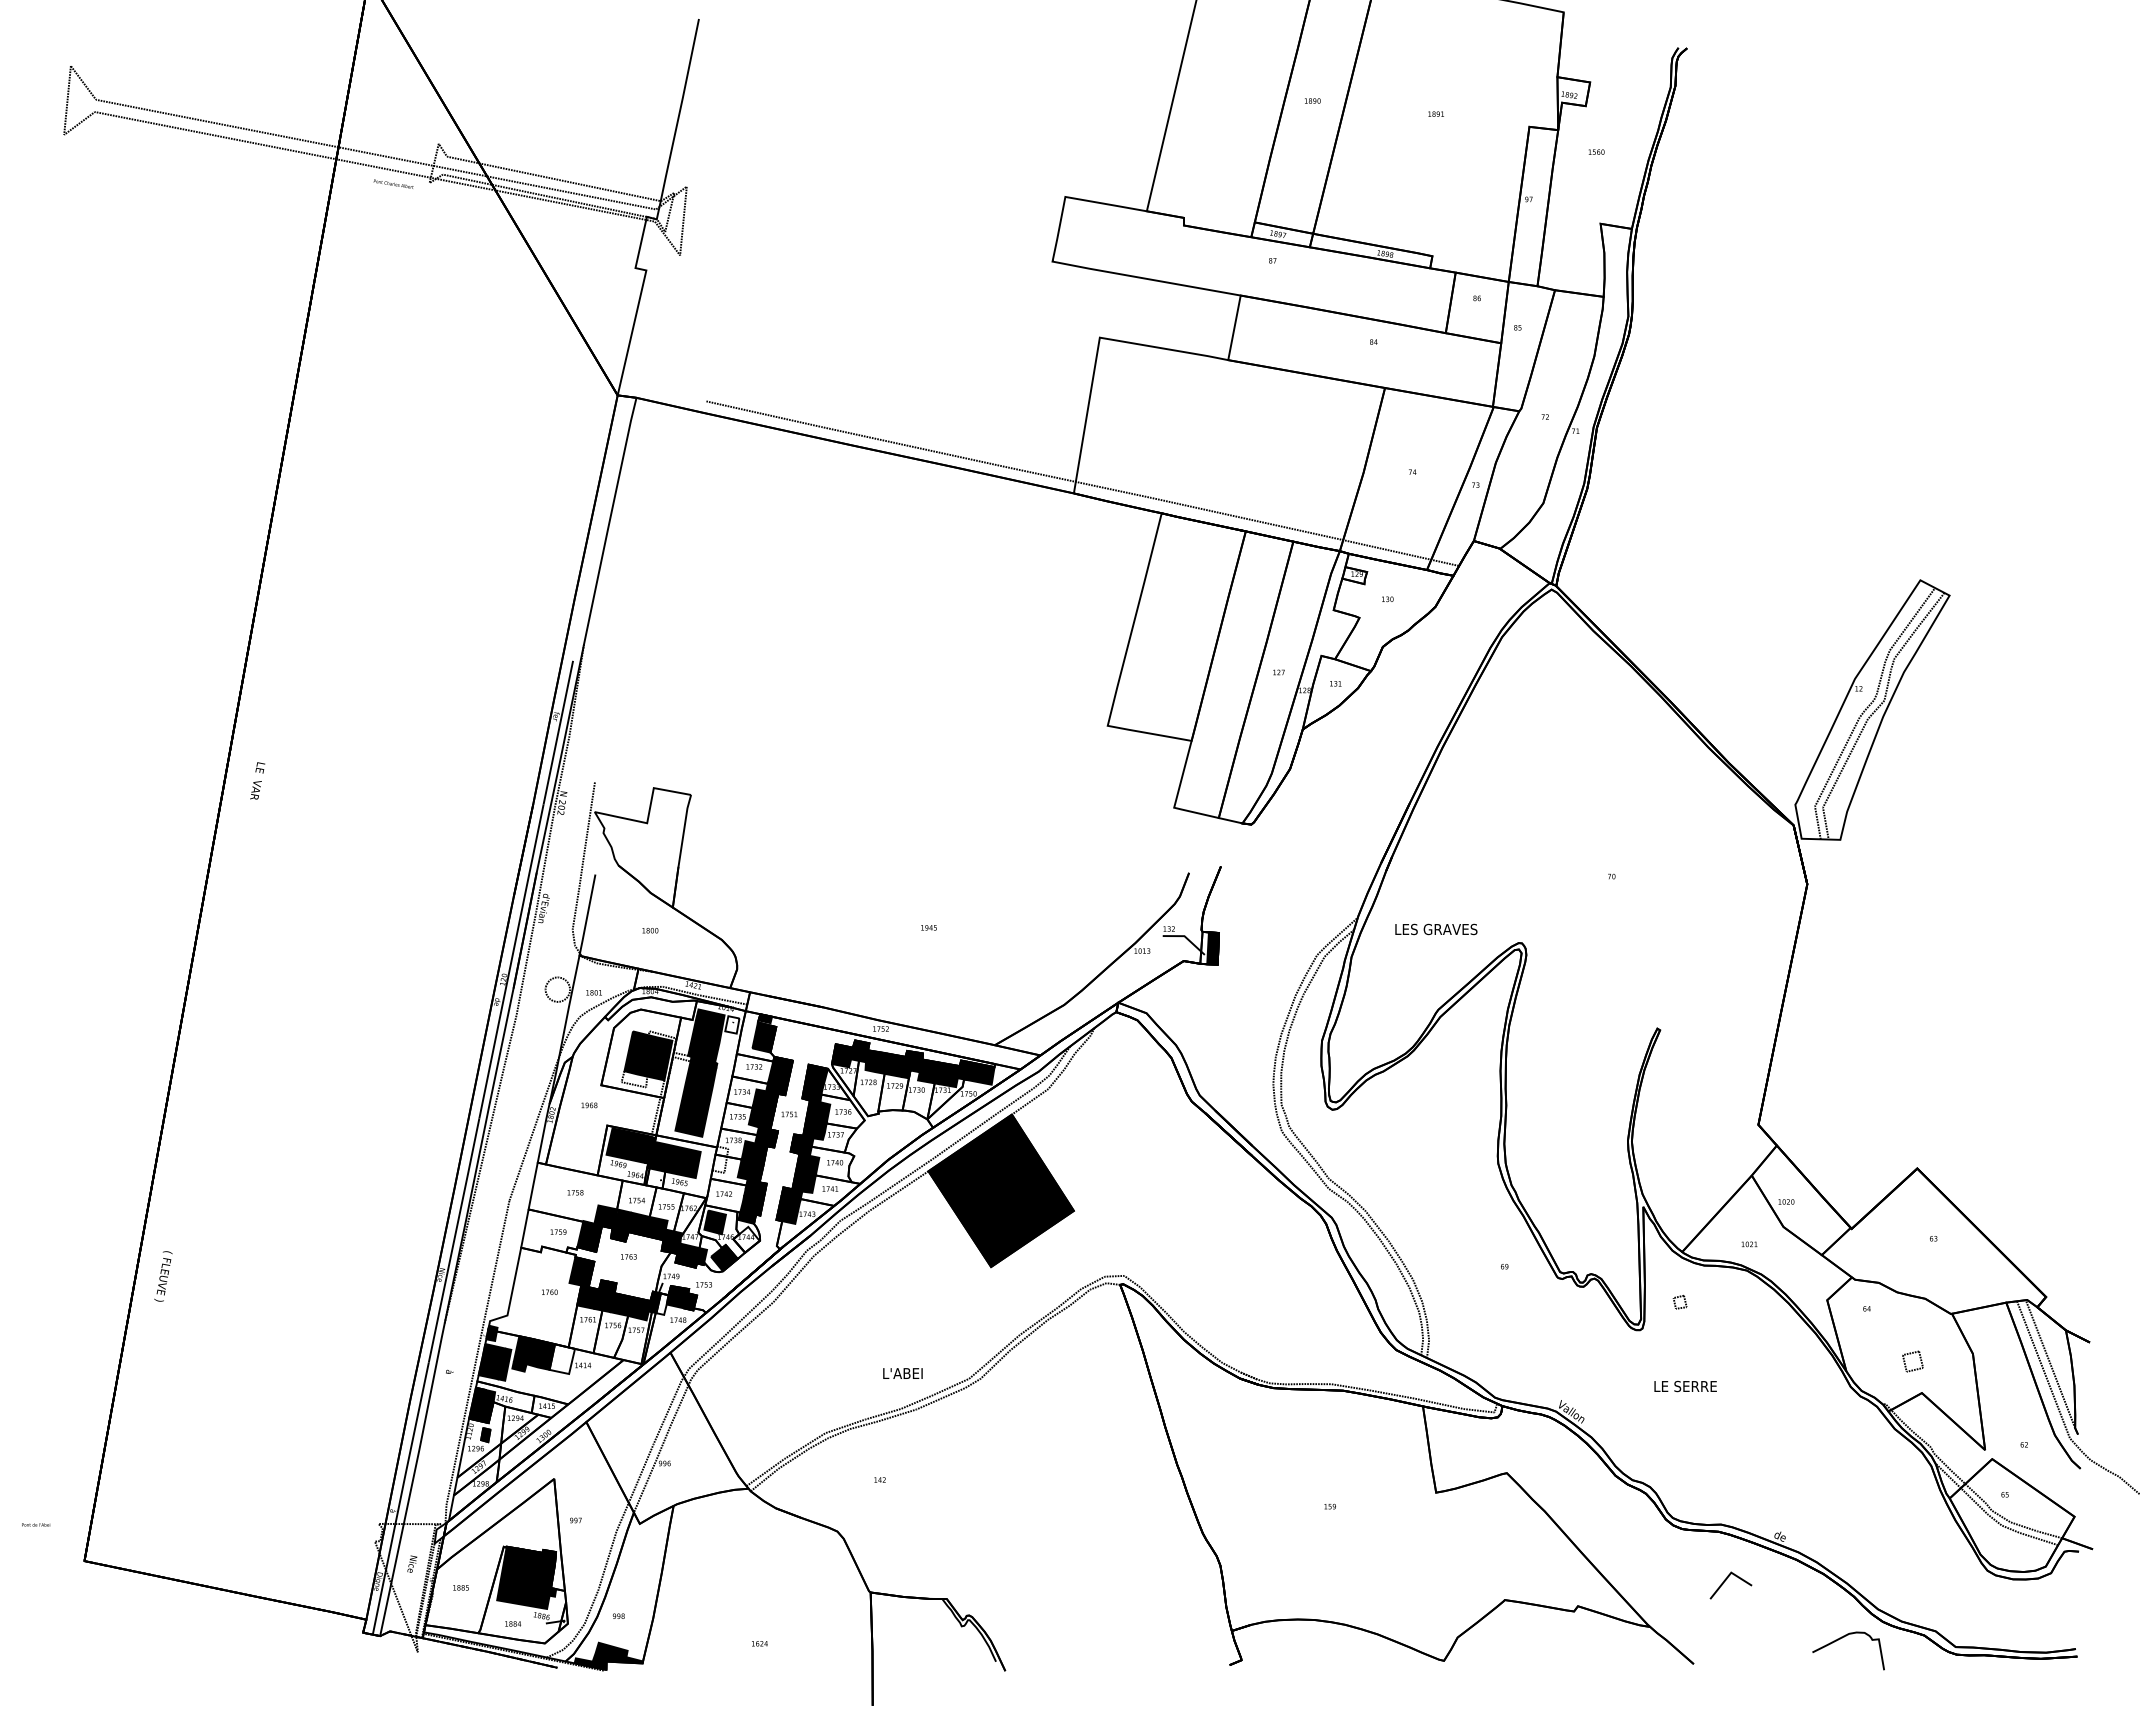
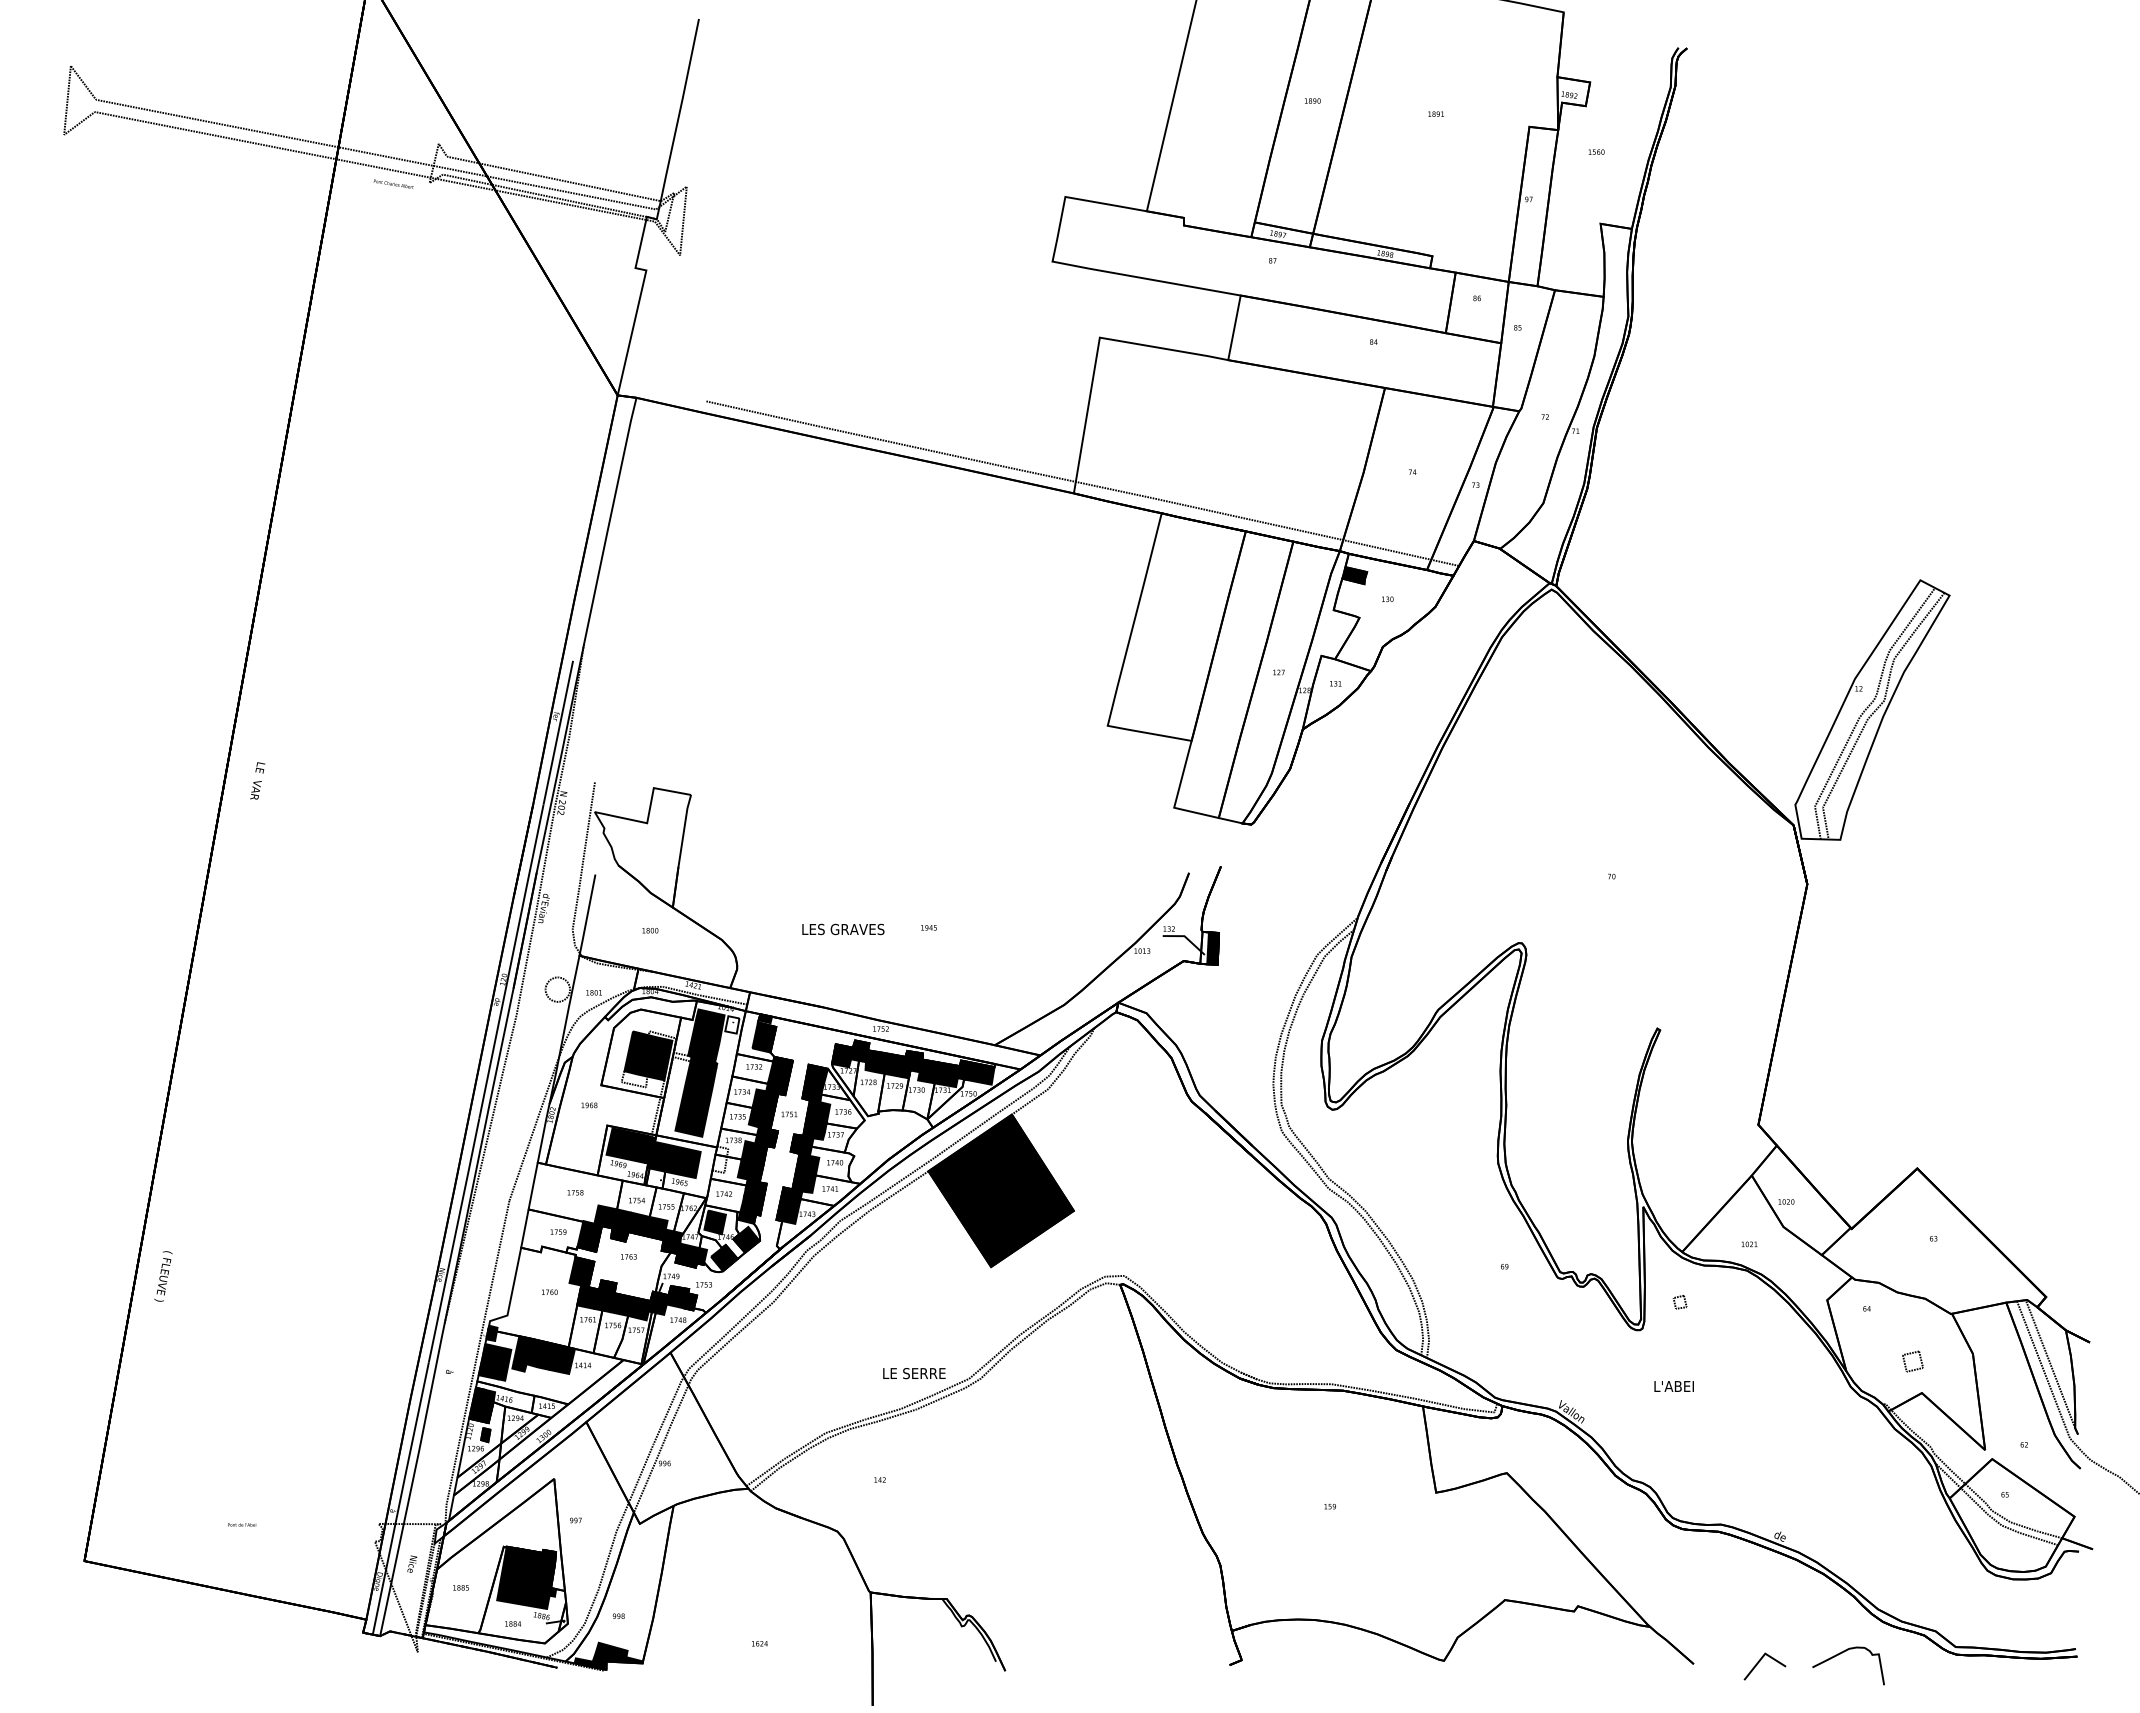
fill at (1354, 575): none -> present
text at (1436, 929) position: (1436, 929) -> (843, 929)
fill at (746, 1239): none -> present
fill at (662, 1303): none -> present
fill at (562, 1359): none -> present
text at (917, 1373): L'ABEI -> LE SERRE
text at (1689, 1386): LE SERRE -> L'ABEI
text at (36, 1524) position: (36, 1524) -> (242, 1524)
line at (1726, 1580) position: (1726, 1580) -> (1760, 1661)
curve at (1842, 1638) position: (1842, 1638) -> (1842, 1653)
